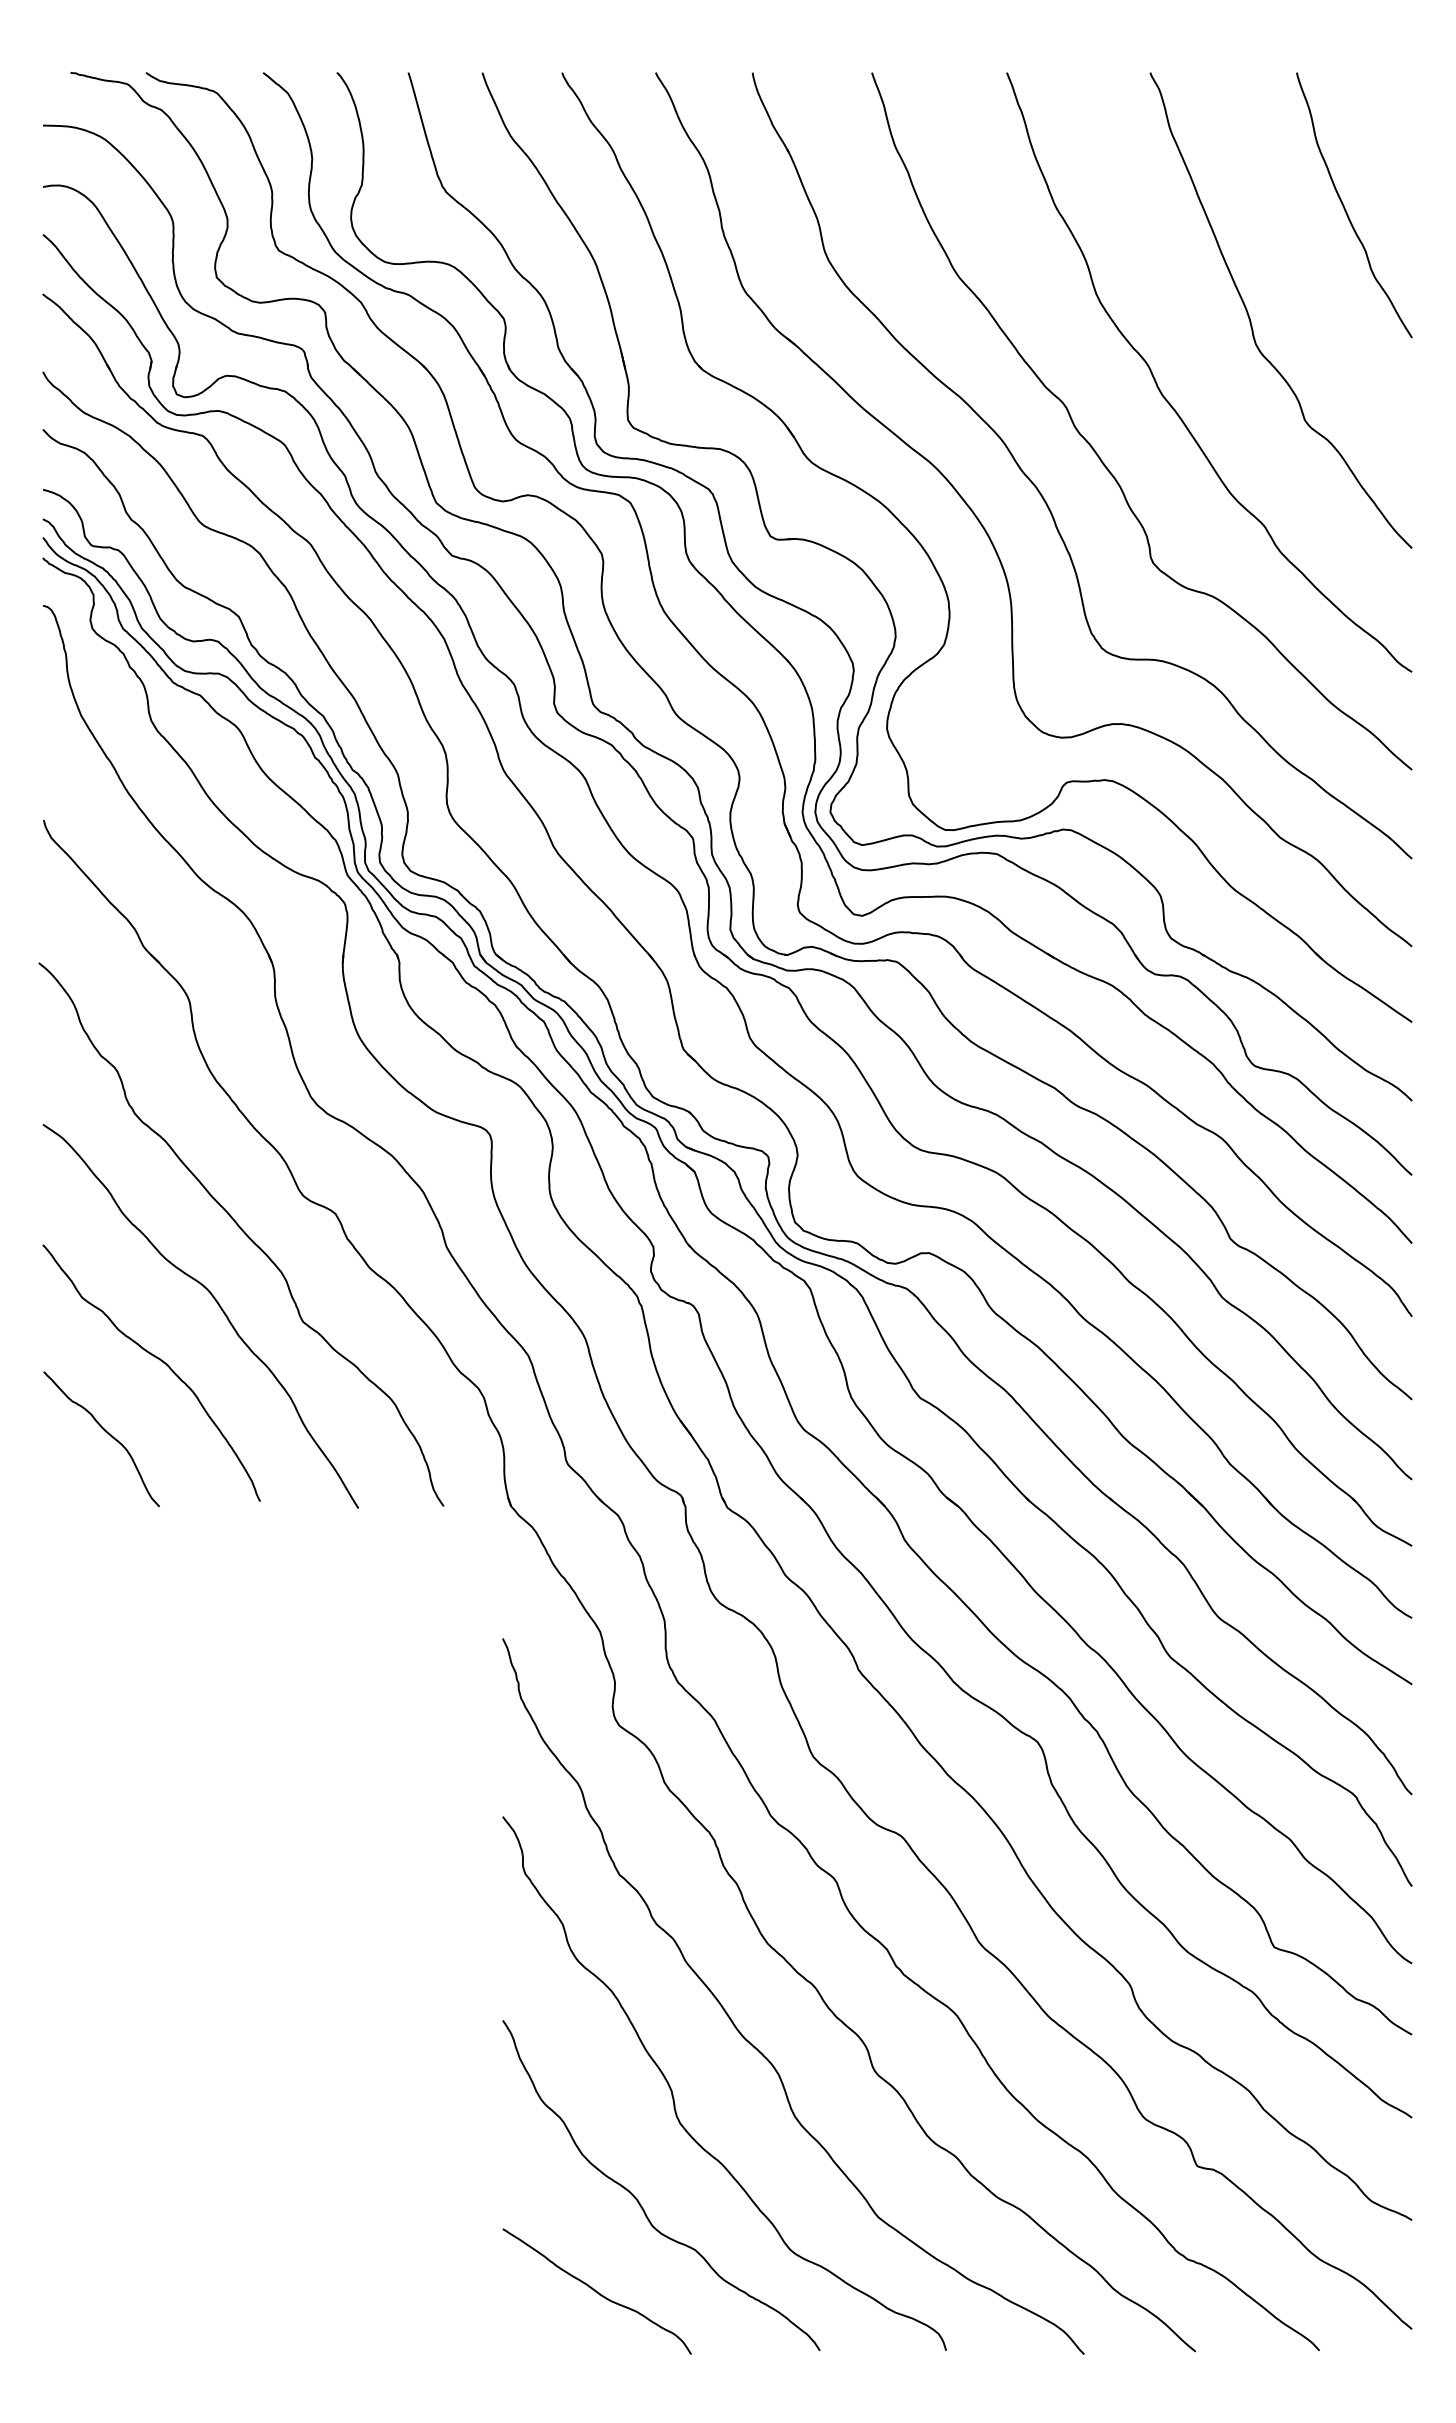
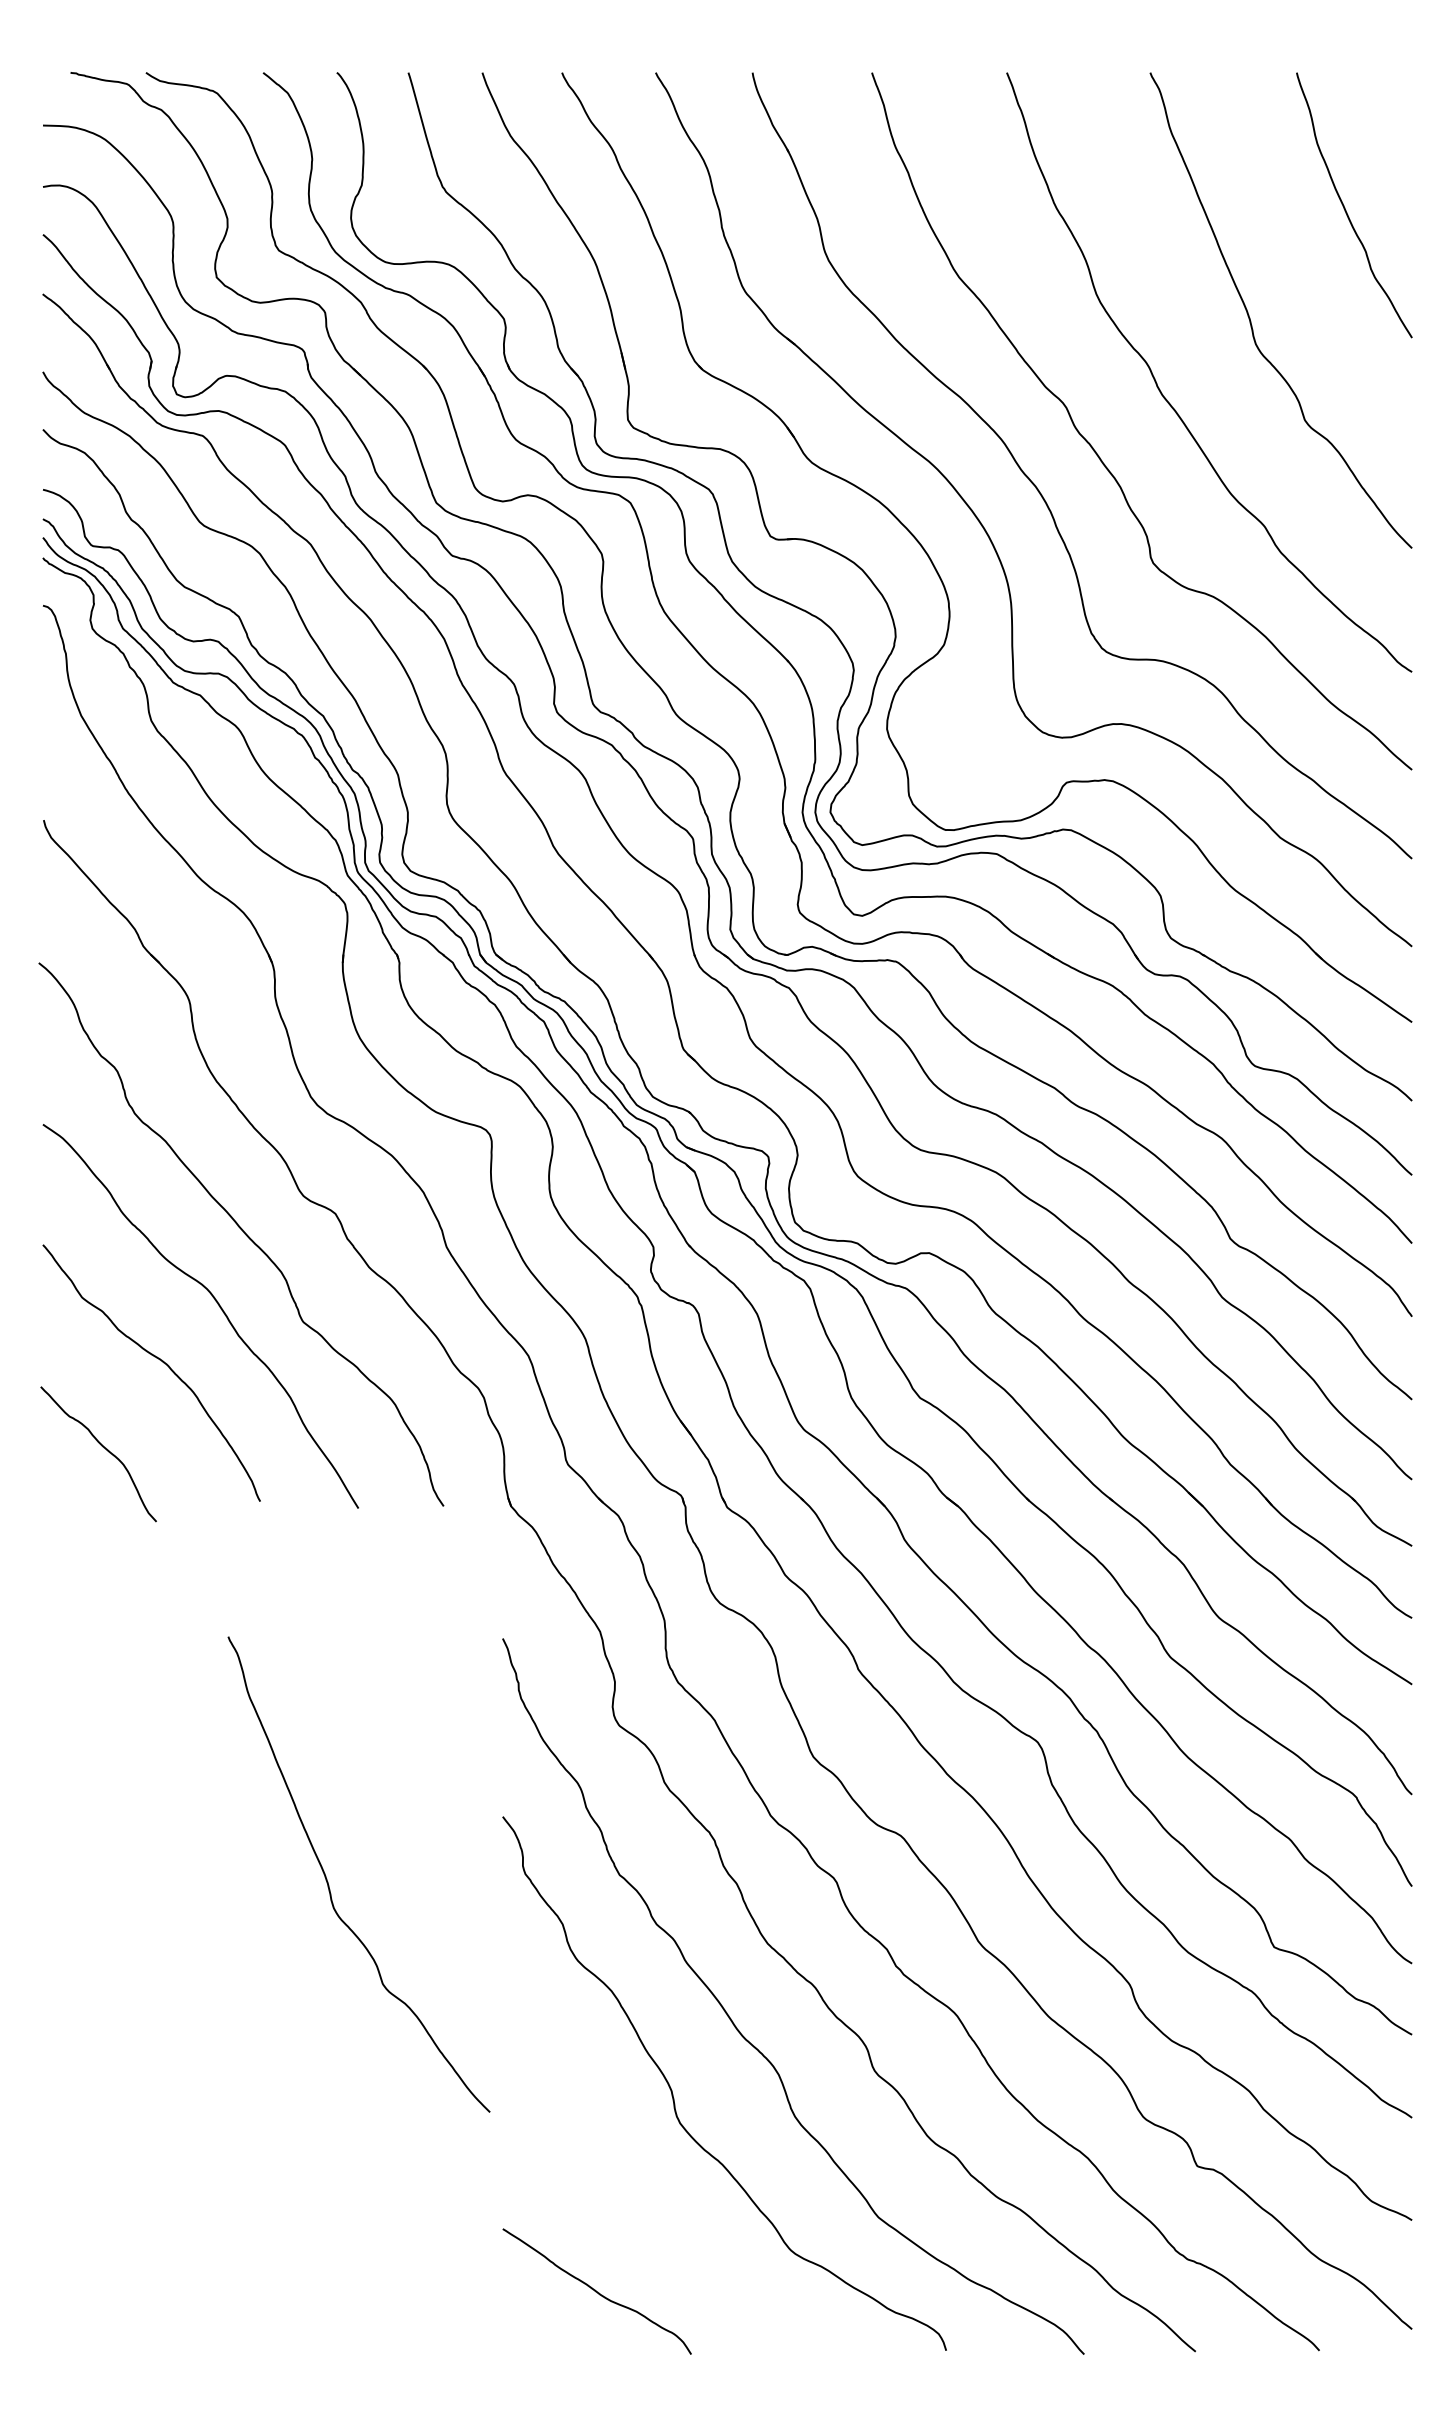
curve at (105, 1432) position: (105, 1432) -> (102, 1447)
curve at (328, 1881): none -> present
curve at (638, 2199): present -> none
